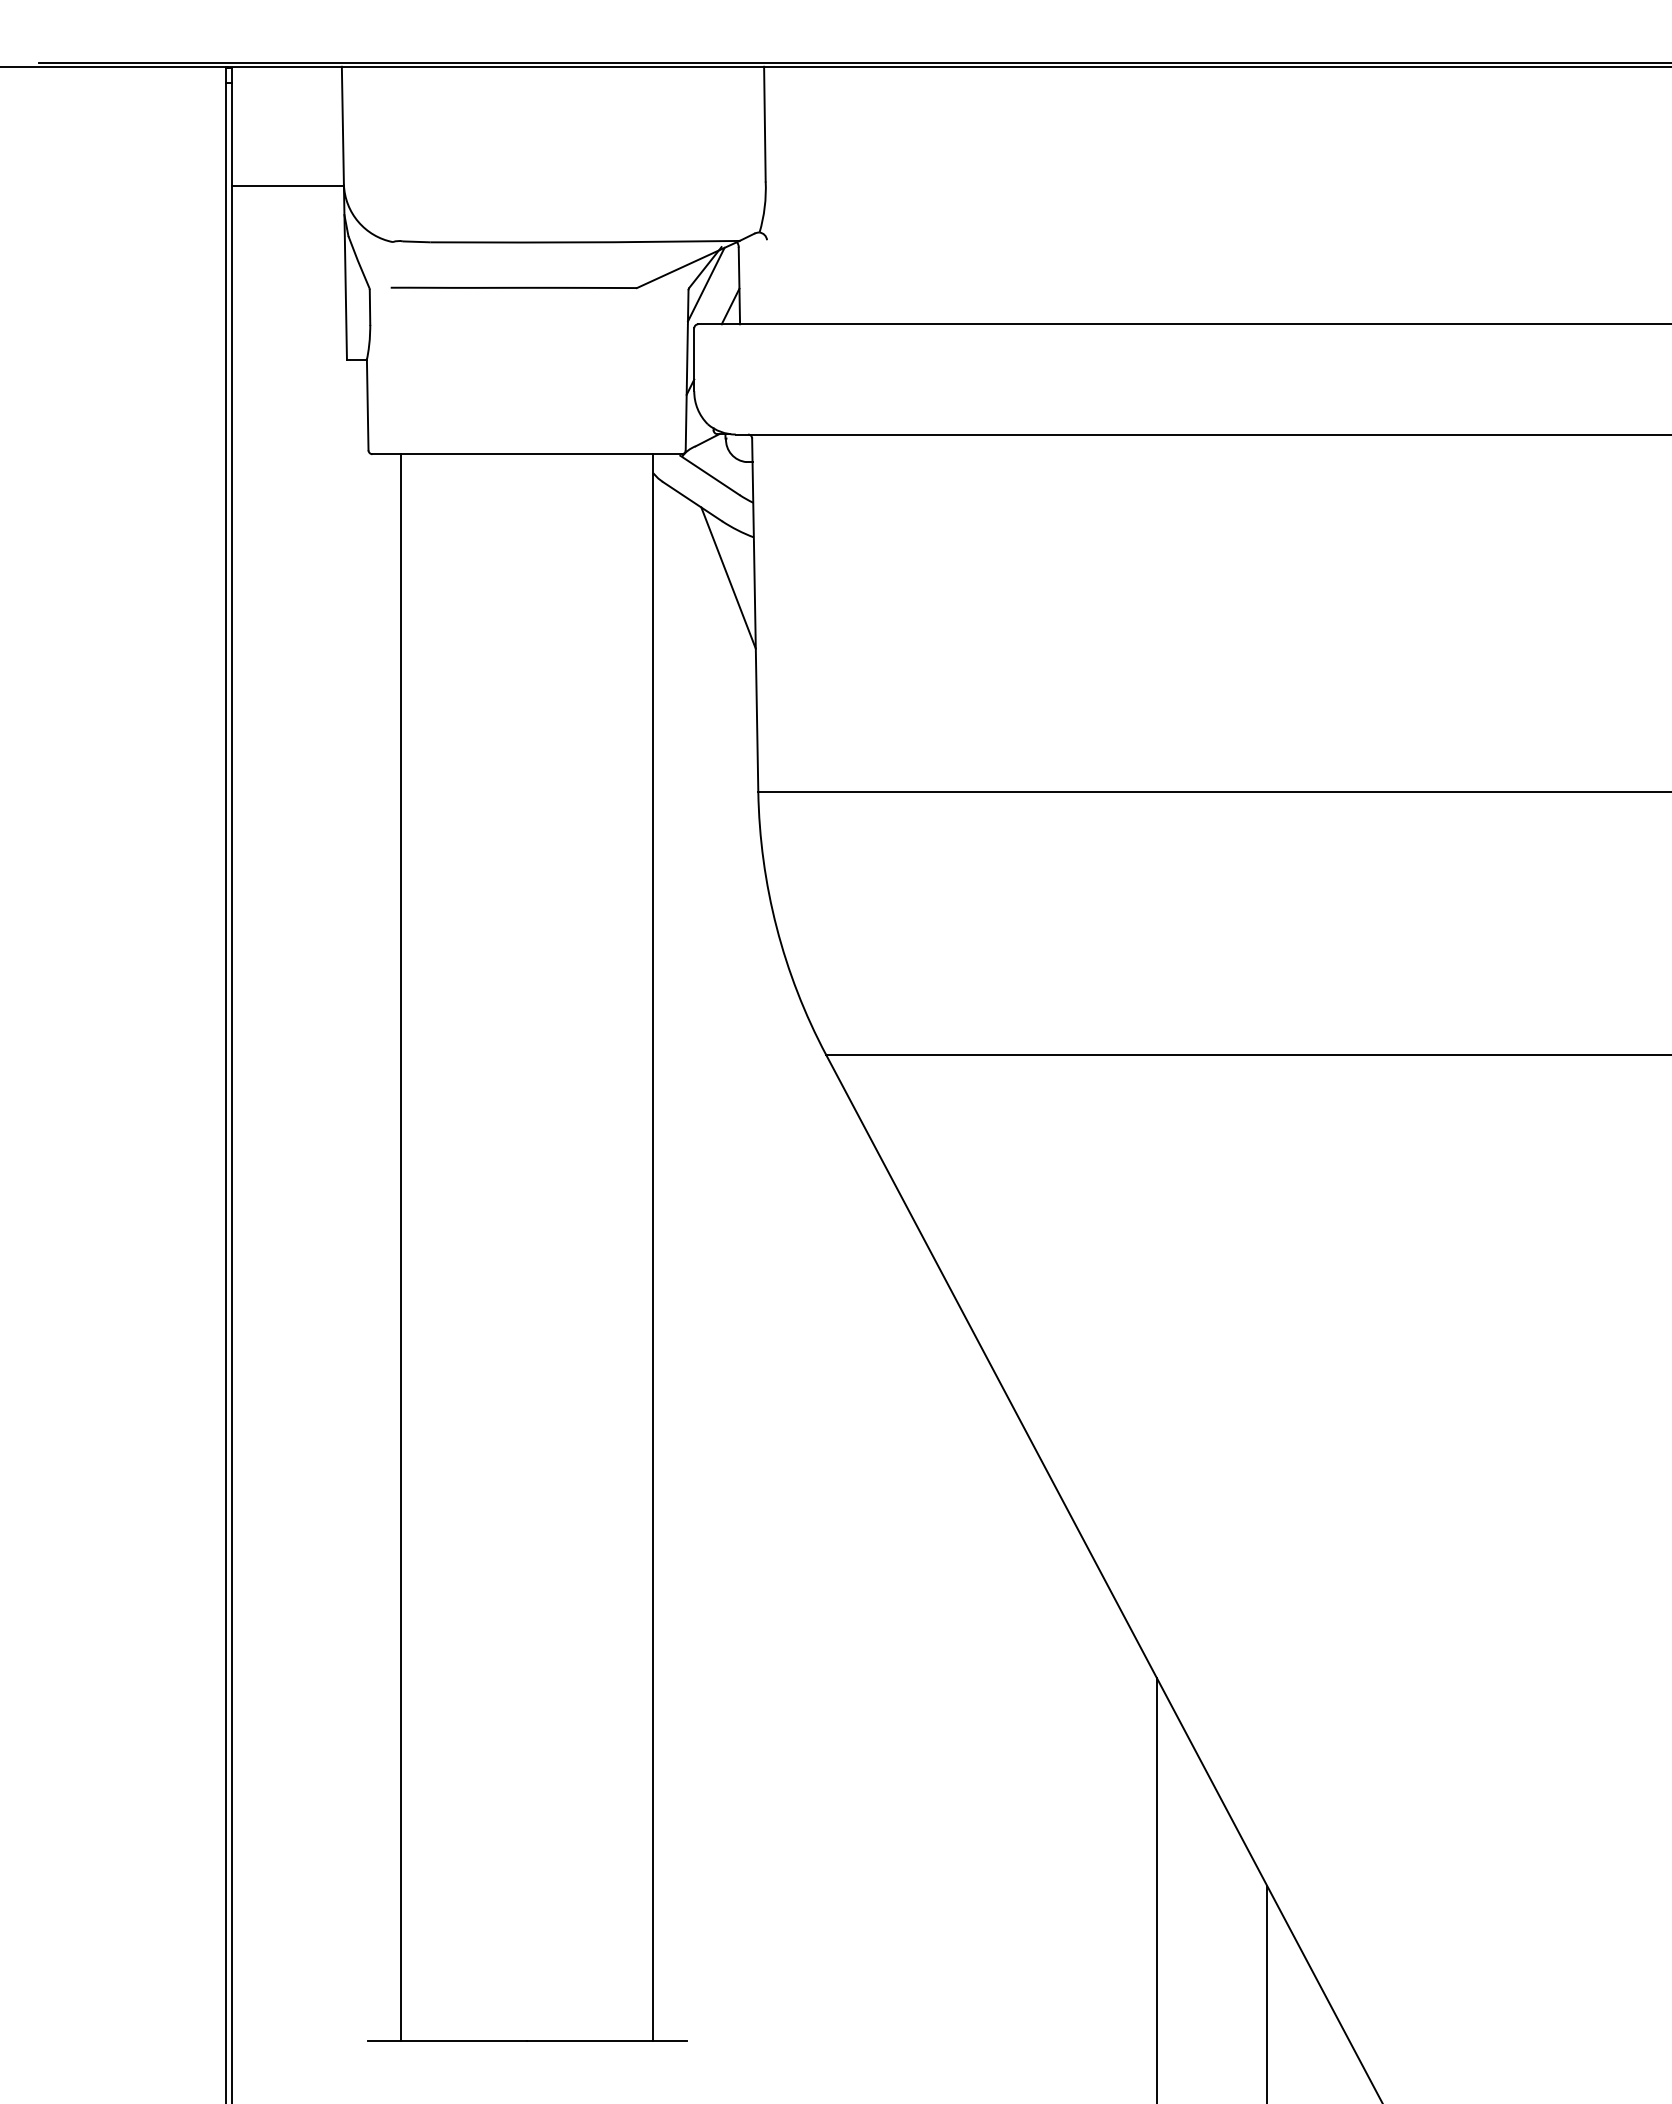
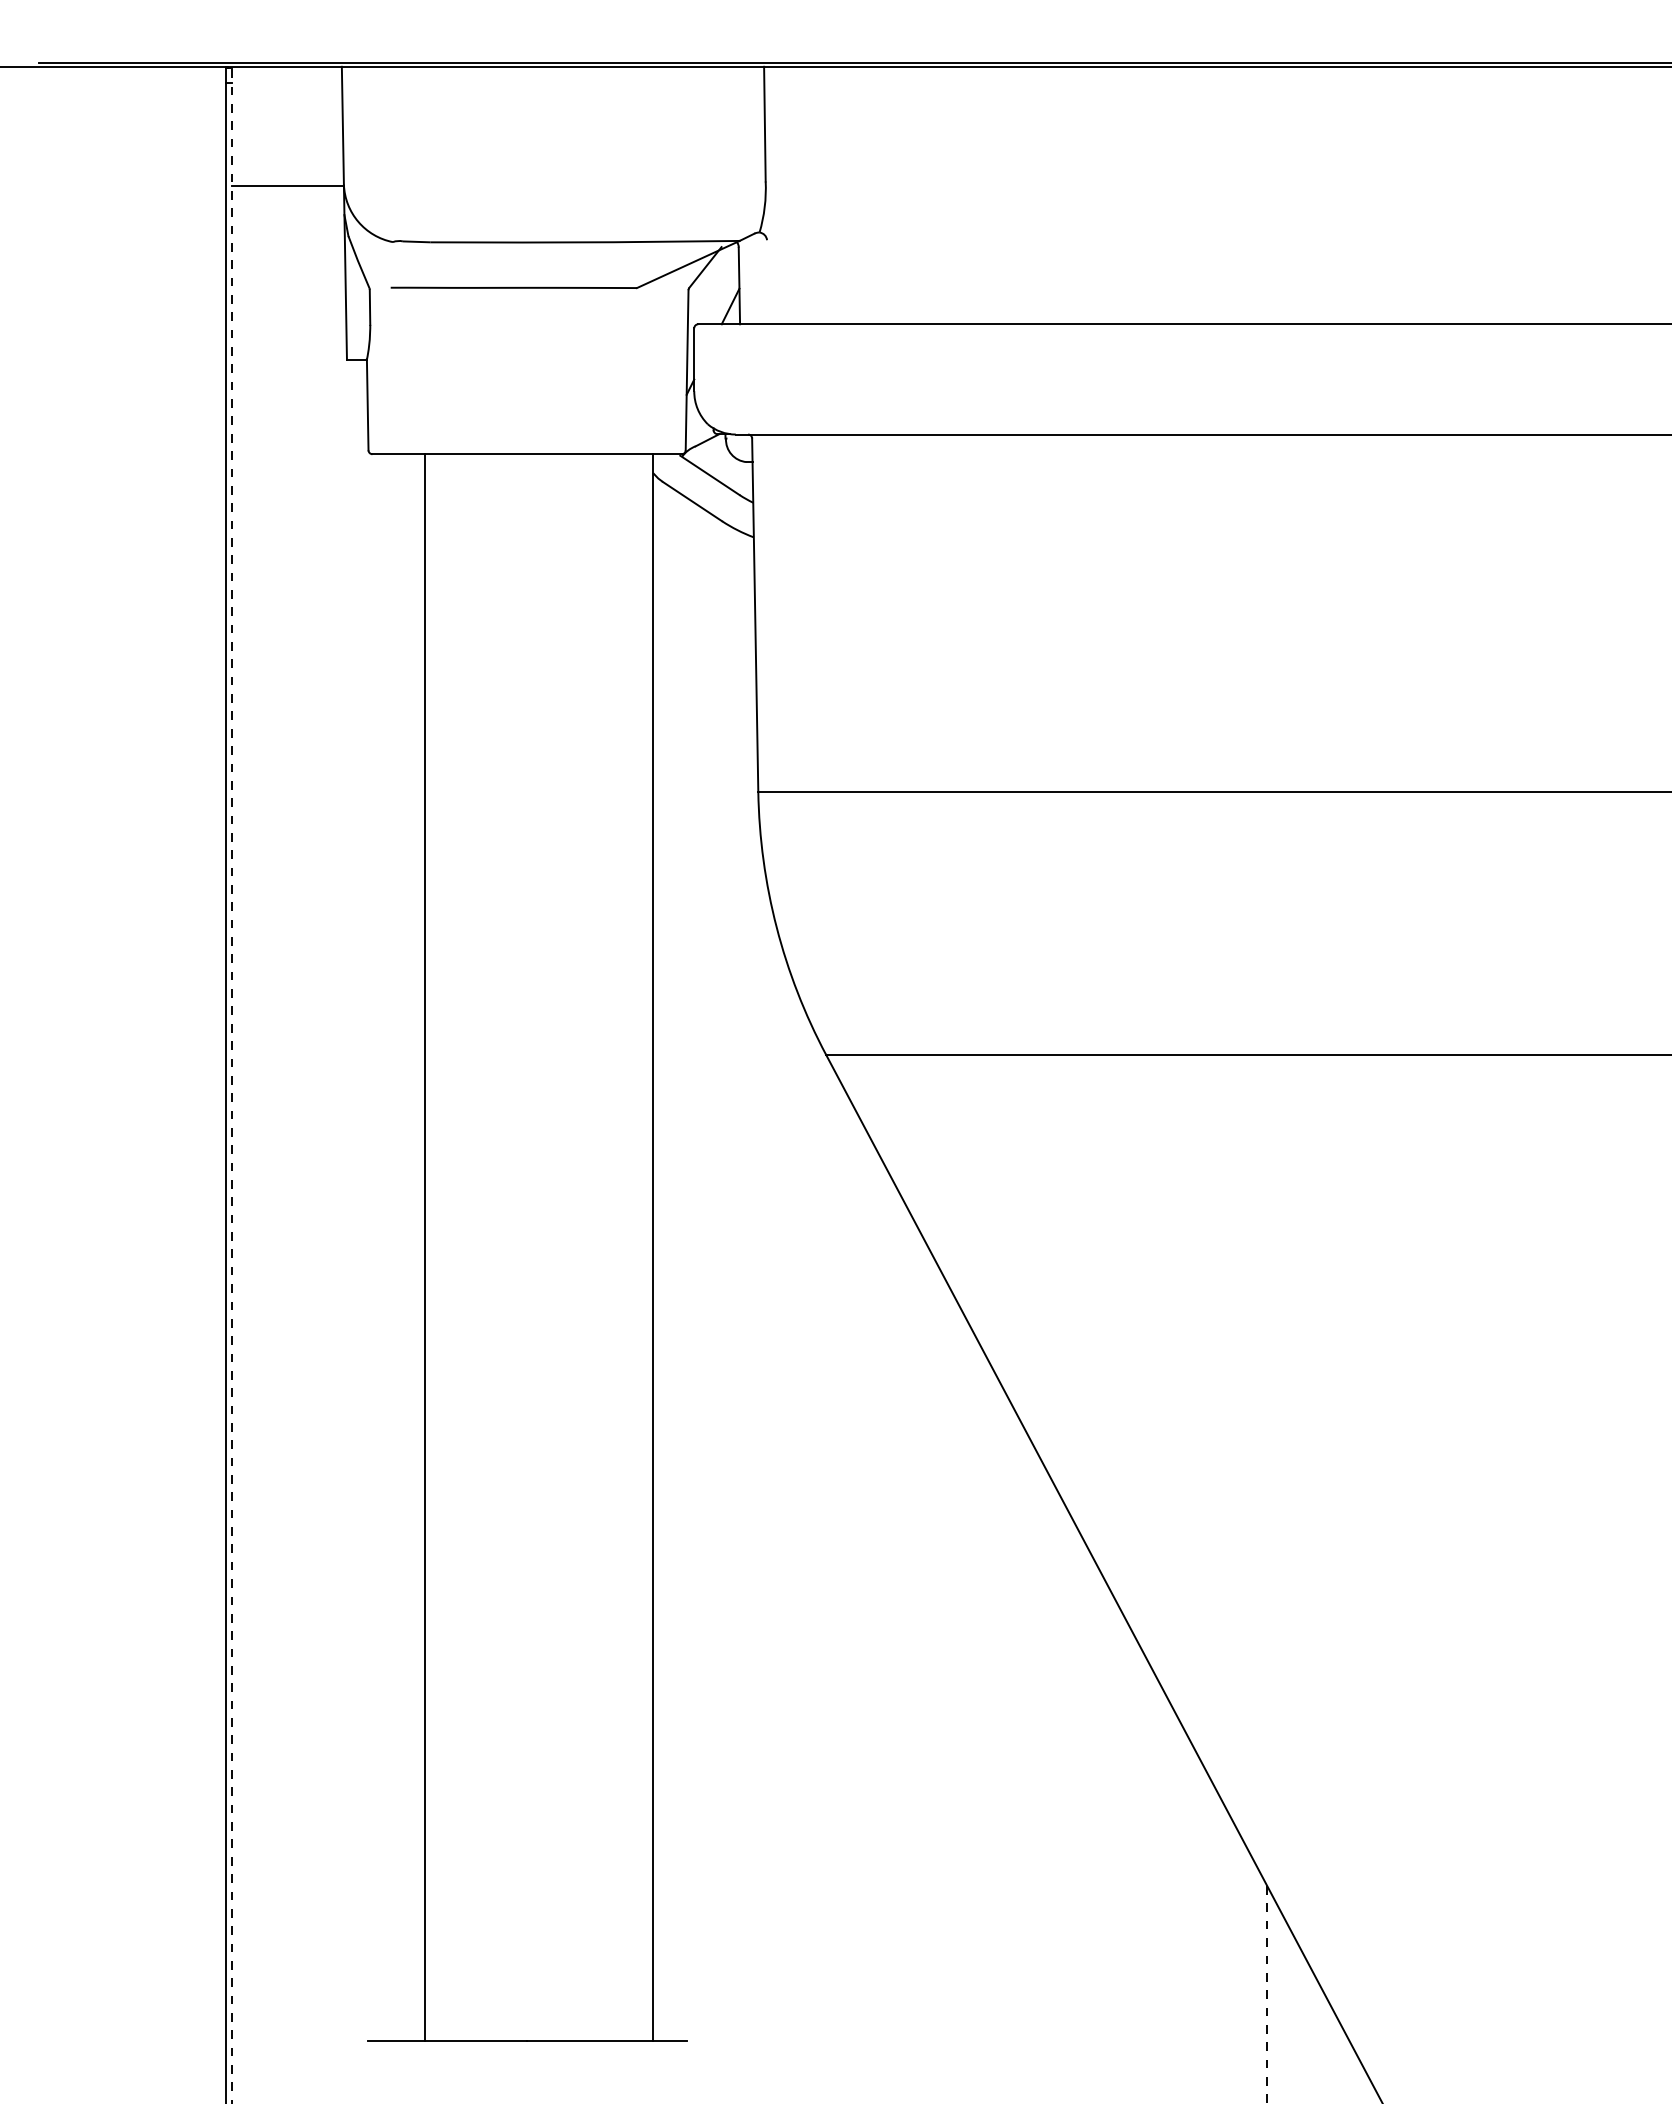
line at (705, 284): present -> none
line at (728, 577): present -> none
line at (231, 1085): solid -> dashed
line at (401, 1247) position: (401, 1247) -> (425, 1247)
line at (1157, 1889): present -> none
line at (1267, 1995): solid -> dashed
